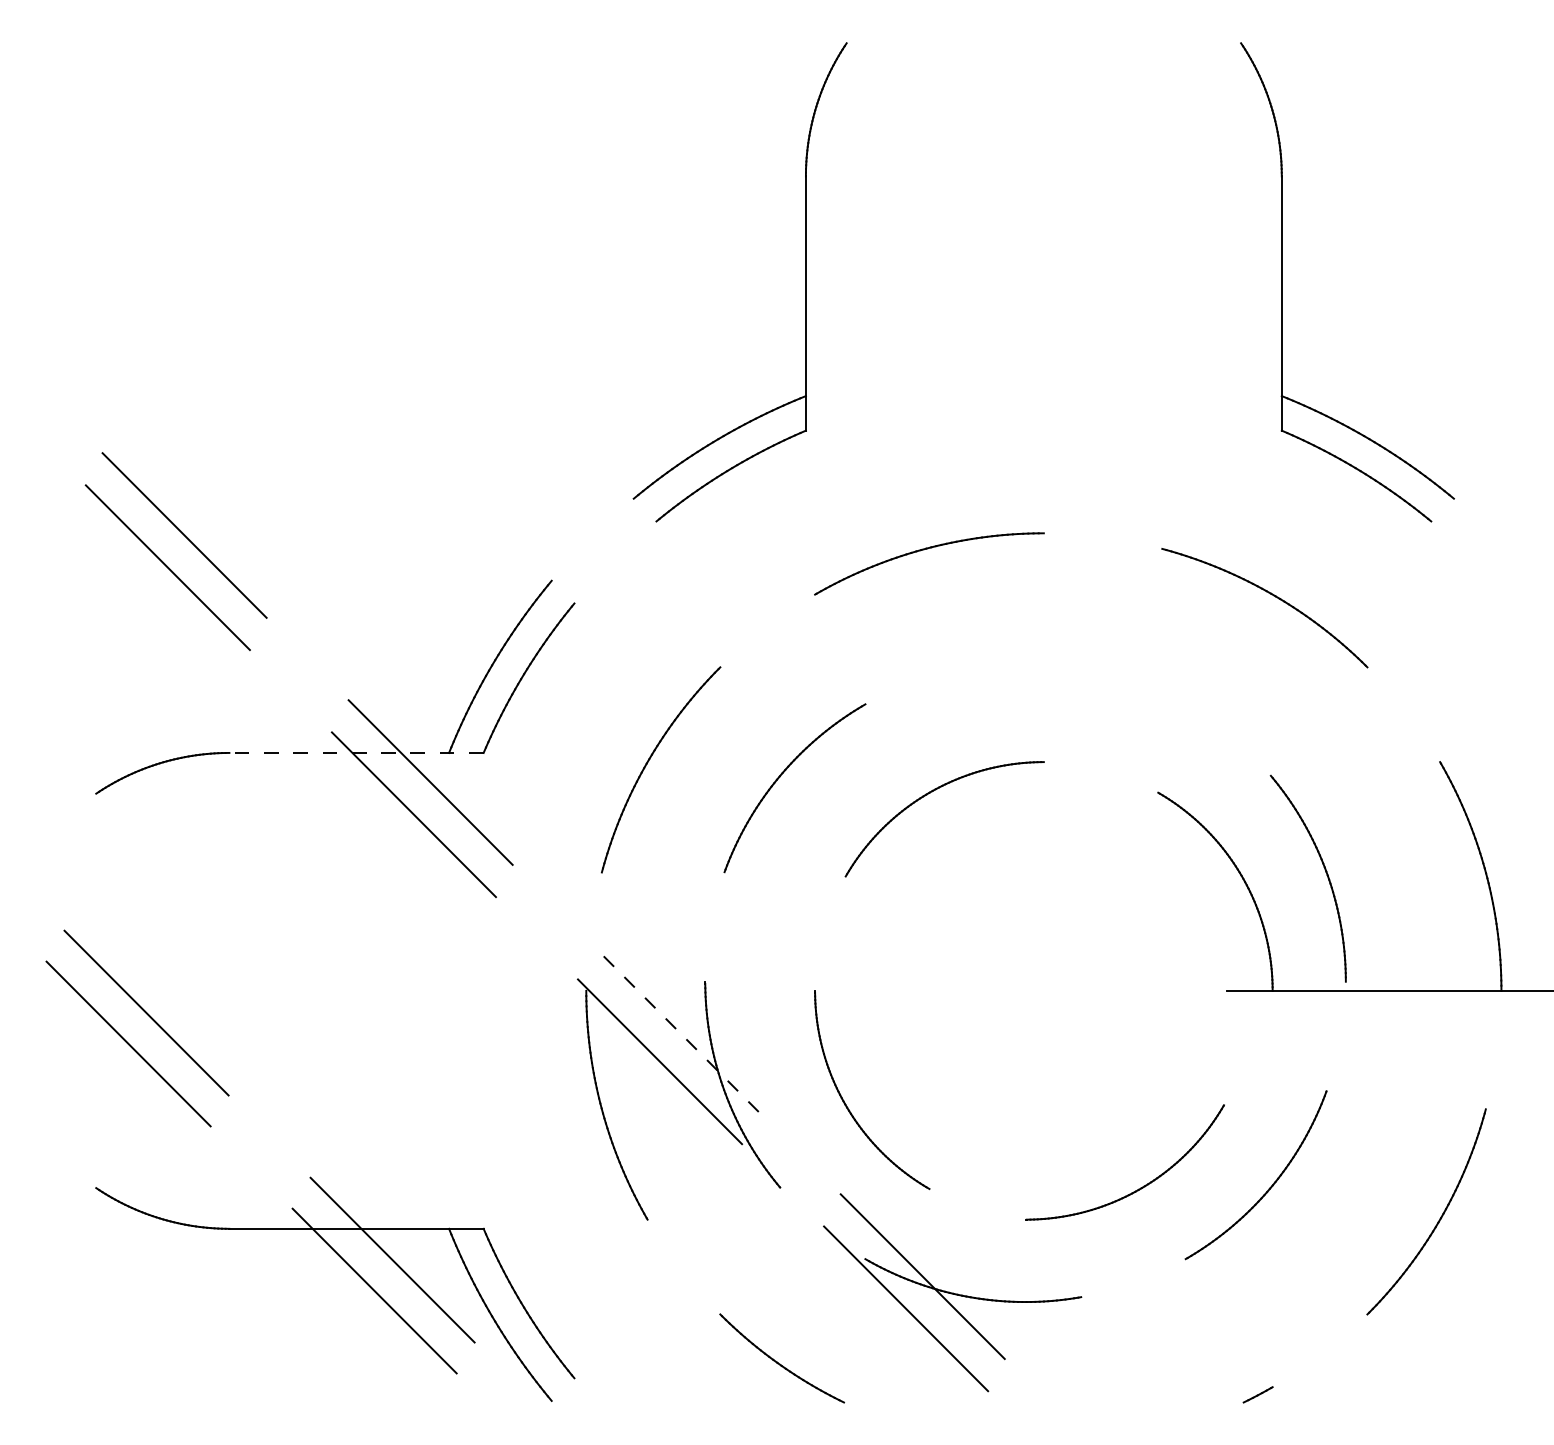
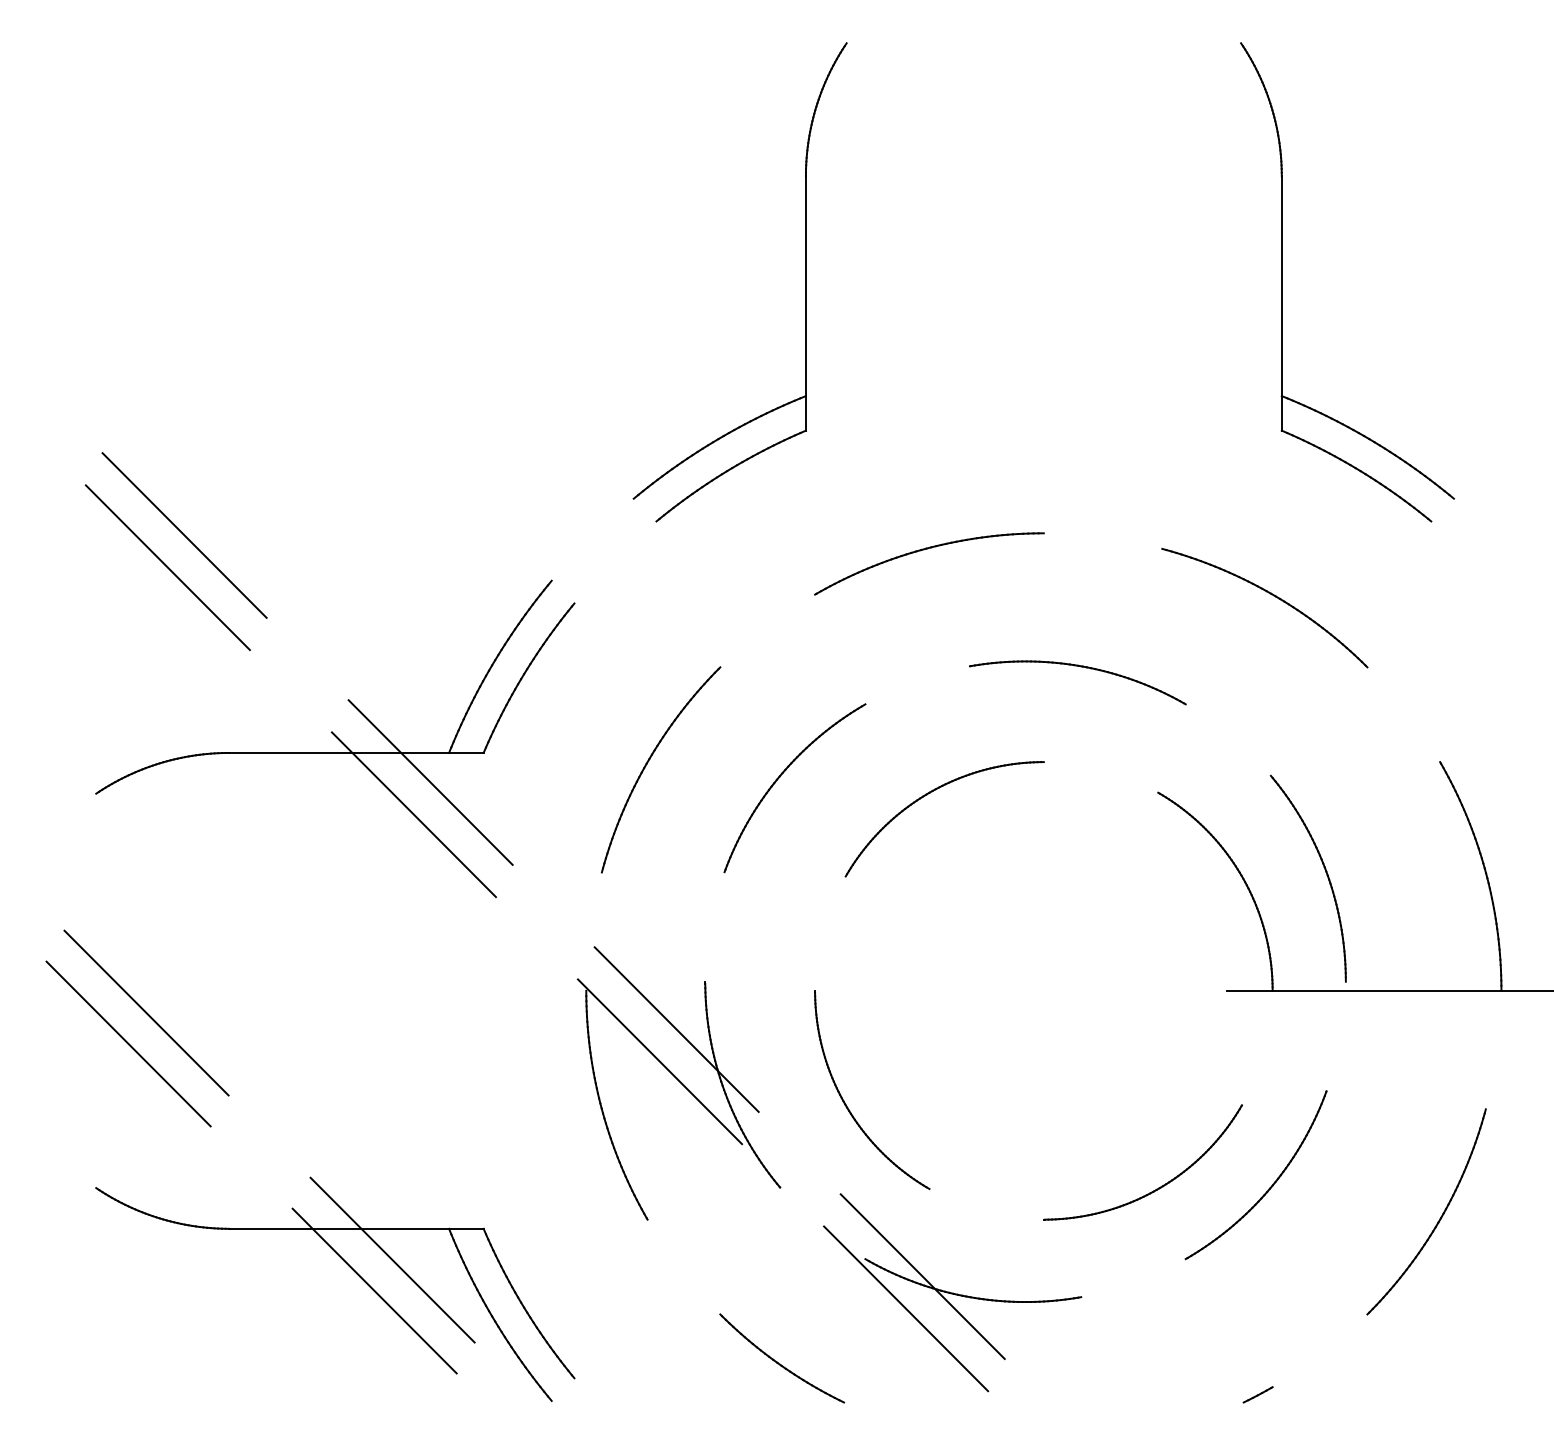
part at (1080, 667): none -> present
line at (356, 752): dashed -> solid
line at (676, 1029): dashed -> solid
part at (1138, 1188) position: (1138, 1188) -> (1156, 1188)
